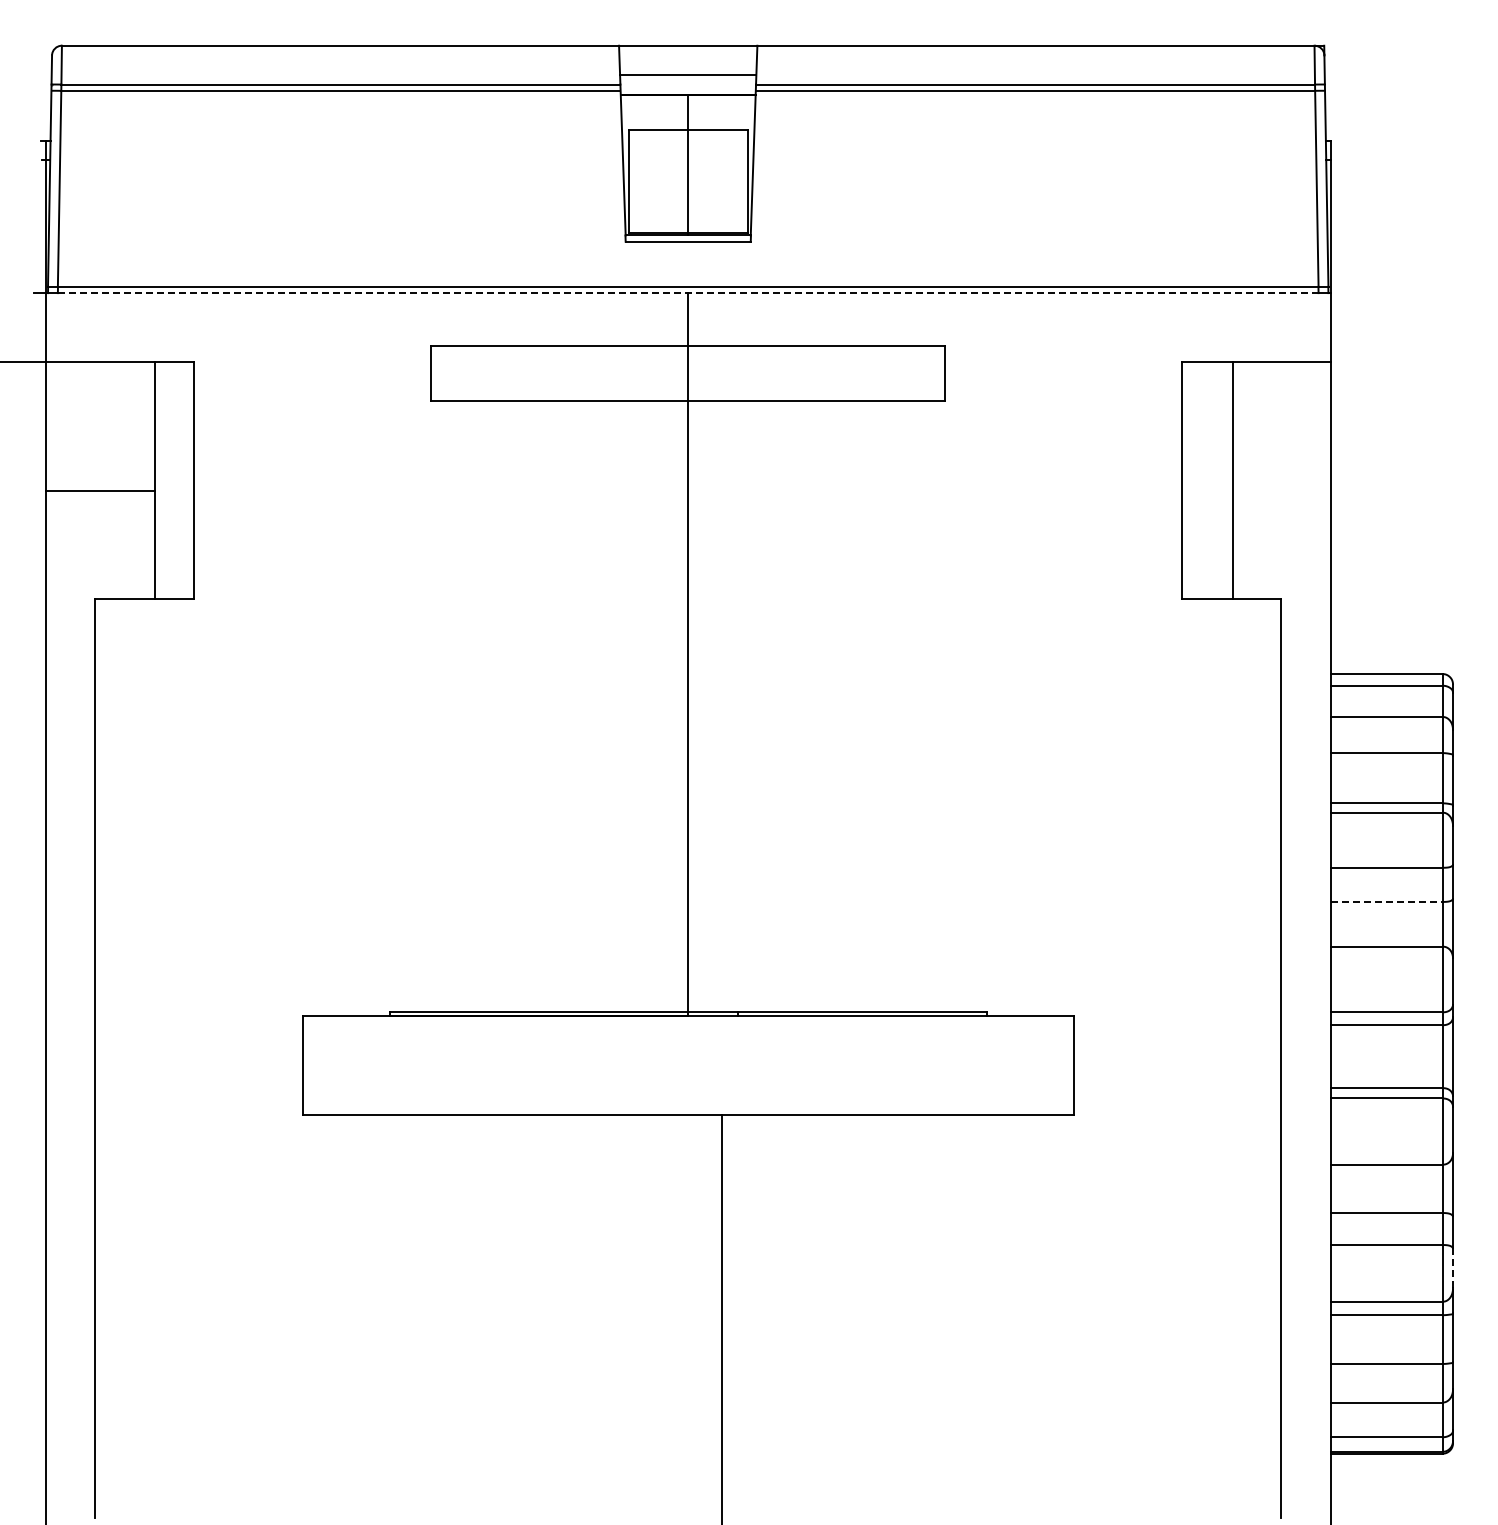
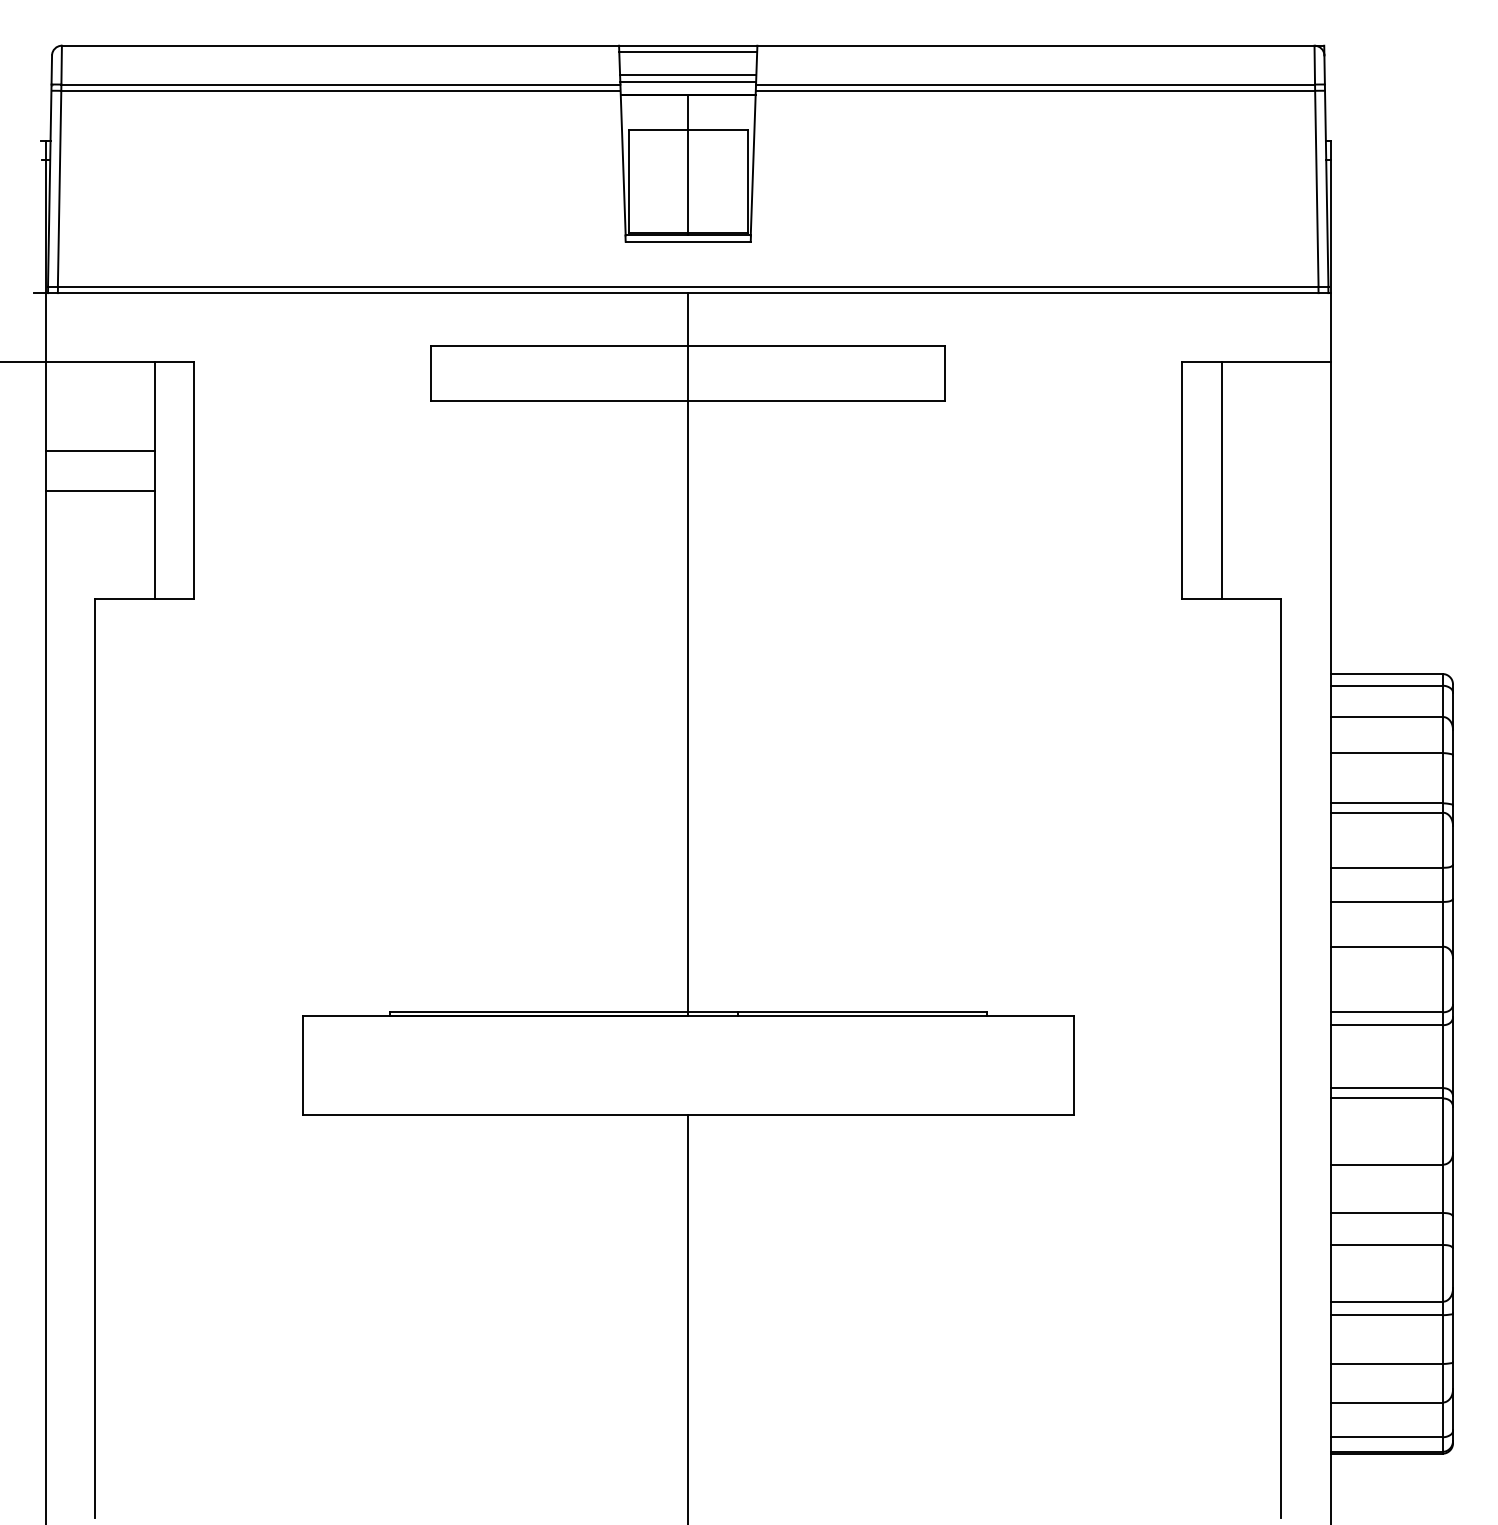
line at (688, 52): none -> present
line at (688, 81): none -> present
line at (688, 293): dashed -> solid
line at (99, 451): none -> present
line at (1232, 480) position: (1232, 480) -> (1221, 480)
line at (1387, 901): dashed -> solid
line at (1453, 1268): dashed -> solid
line at (722, 1318) position: (722, 1318) -> (688, 1318)
